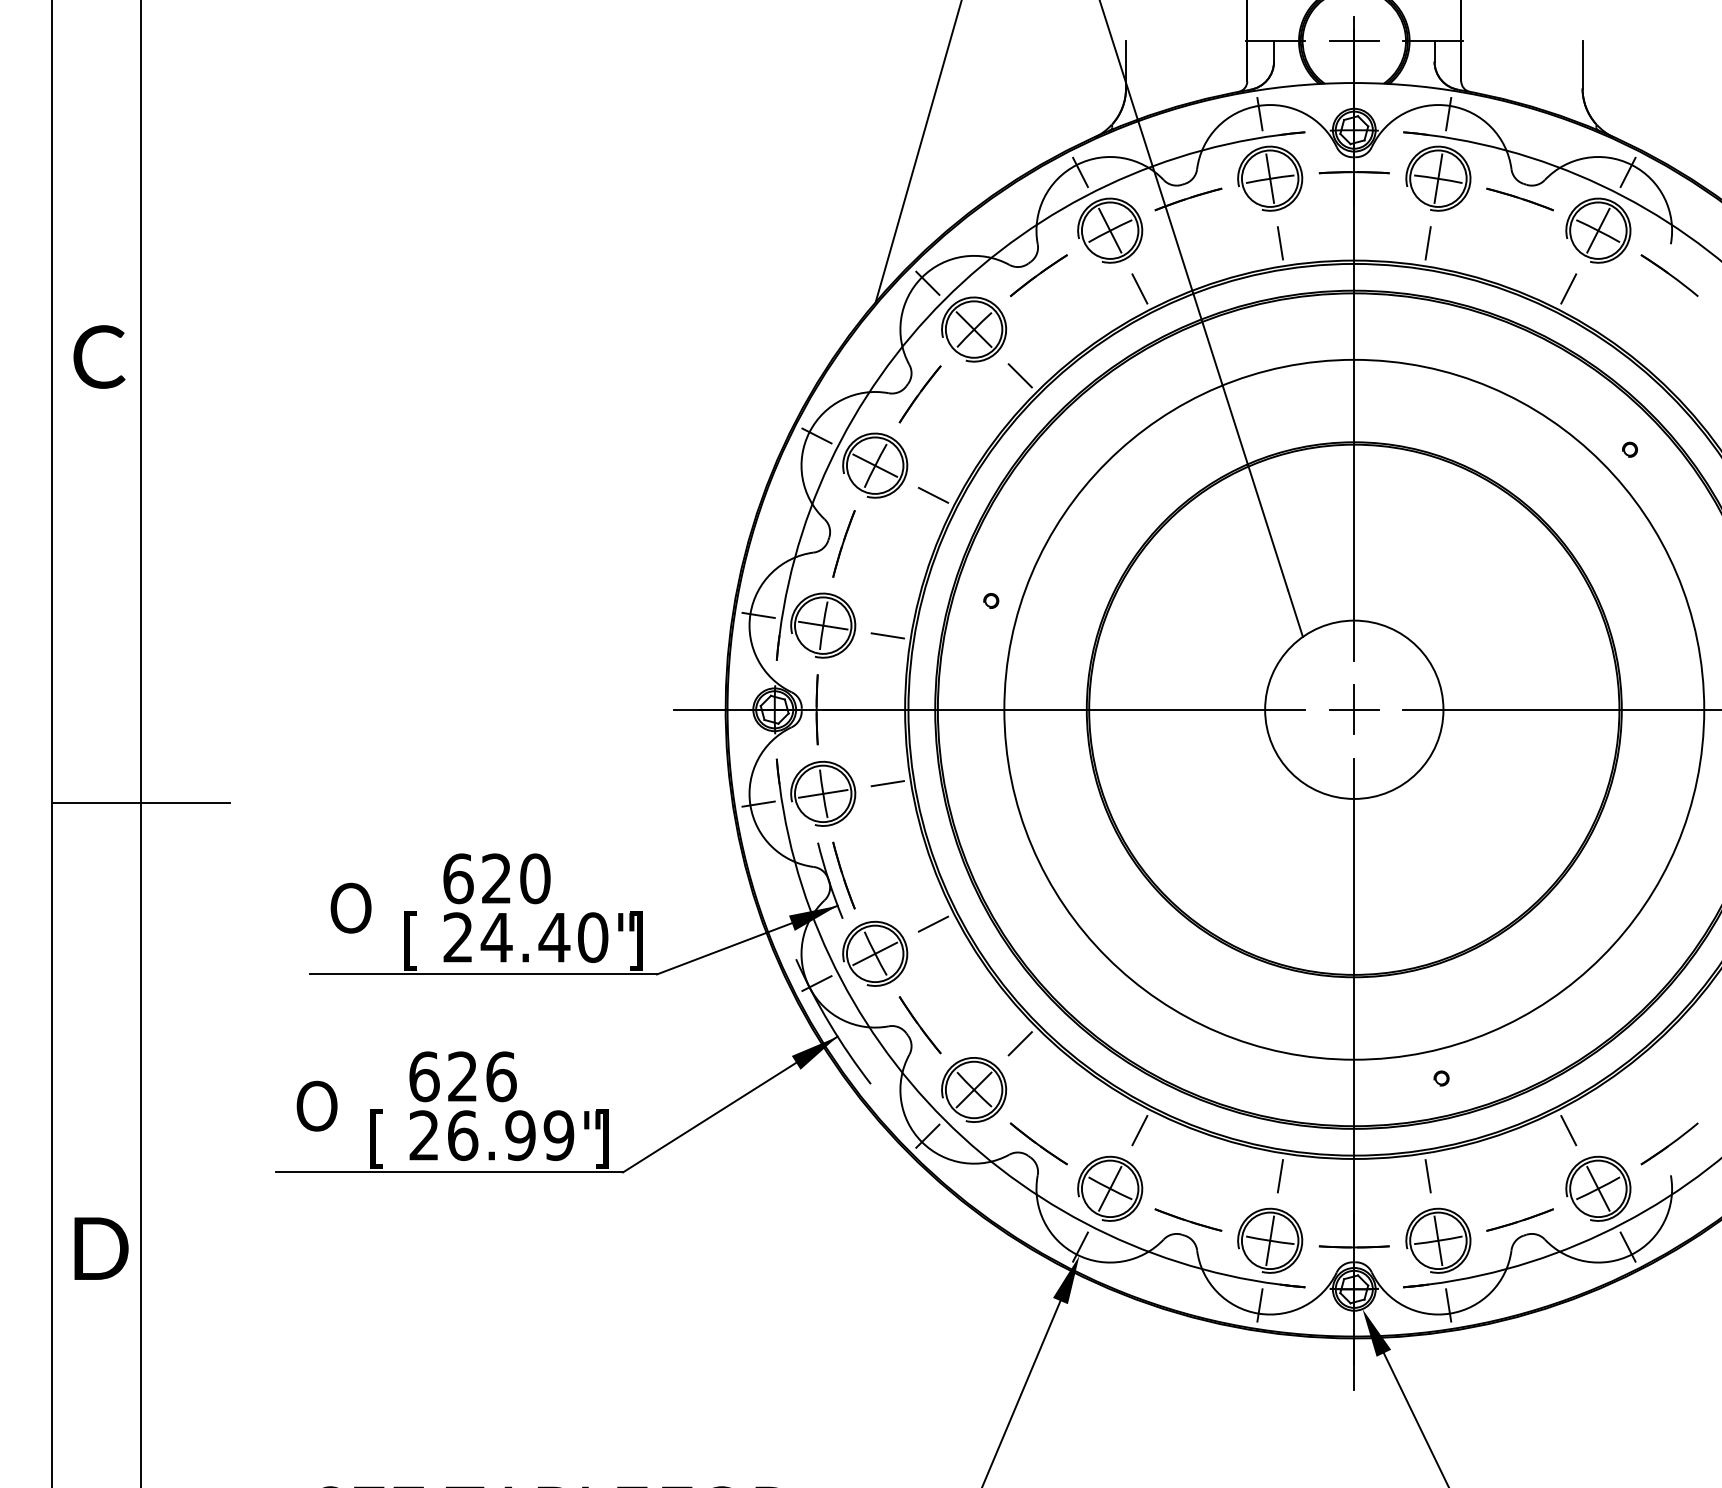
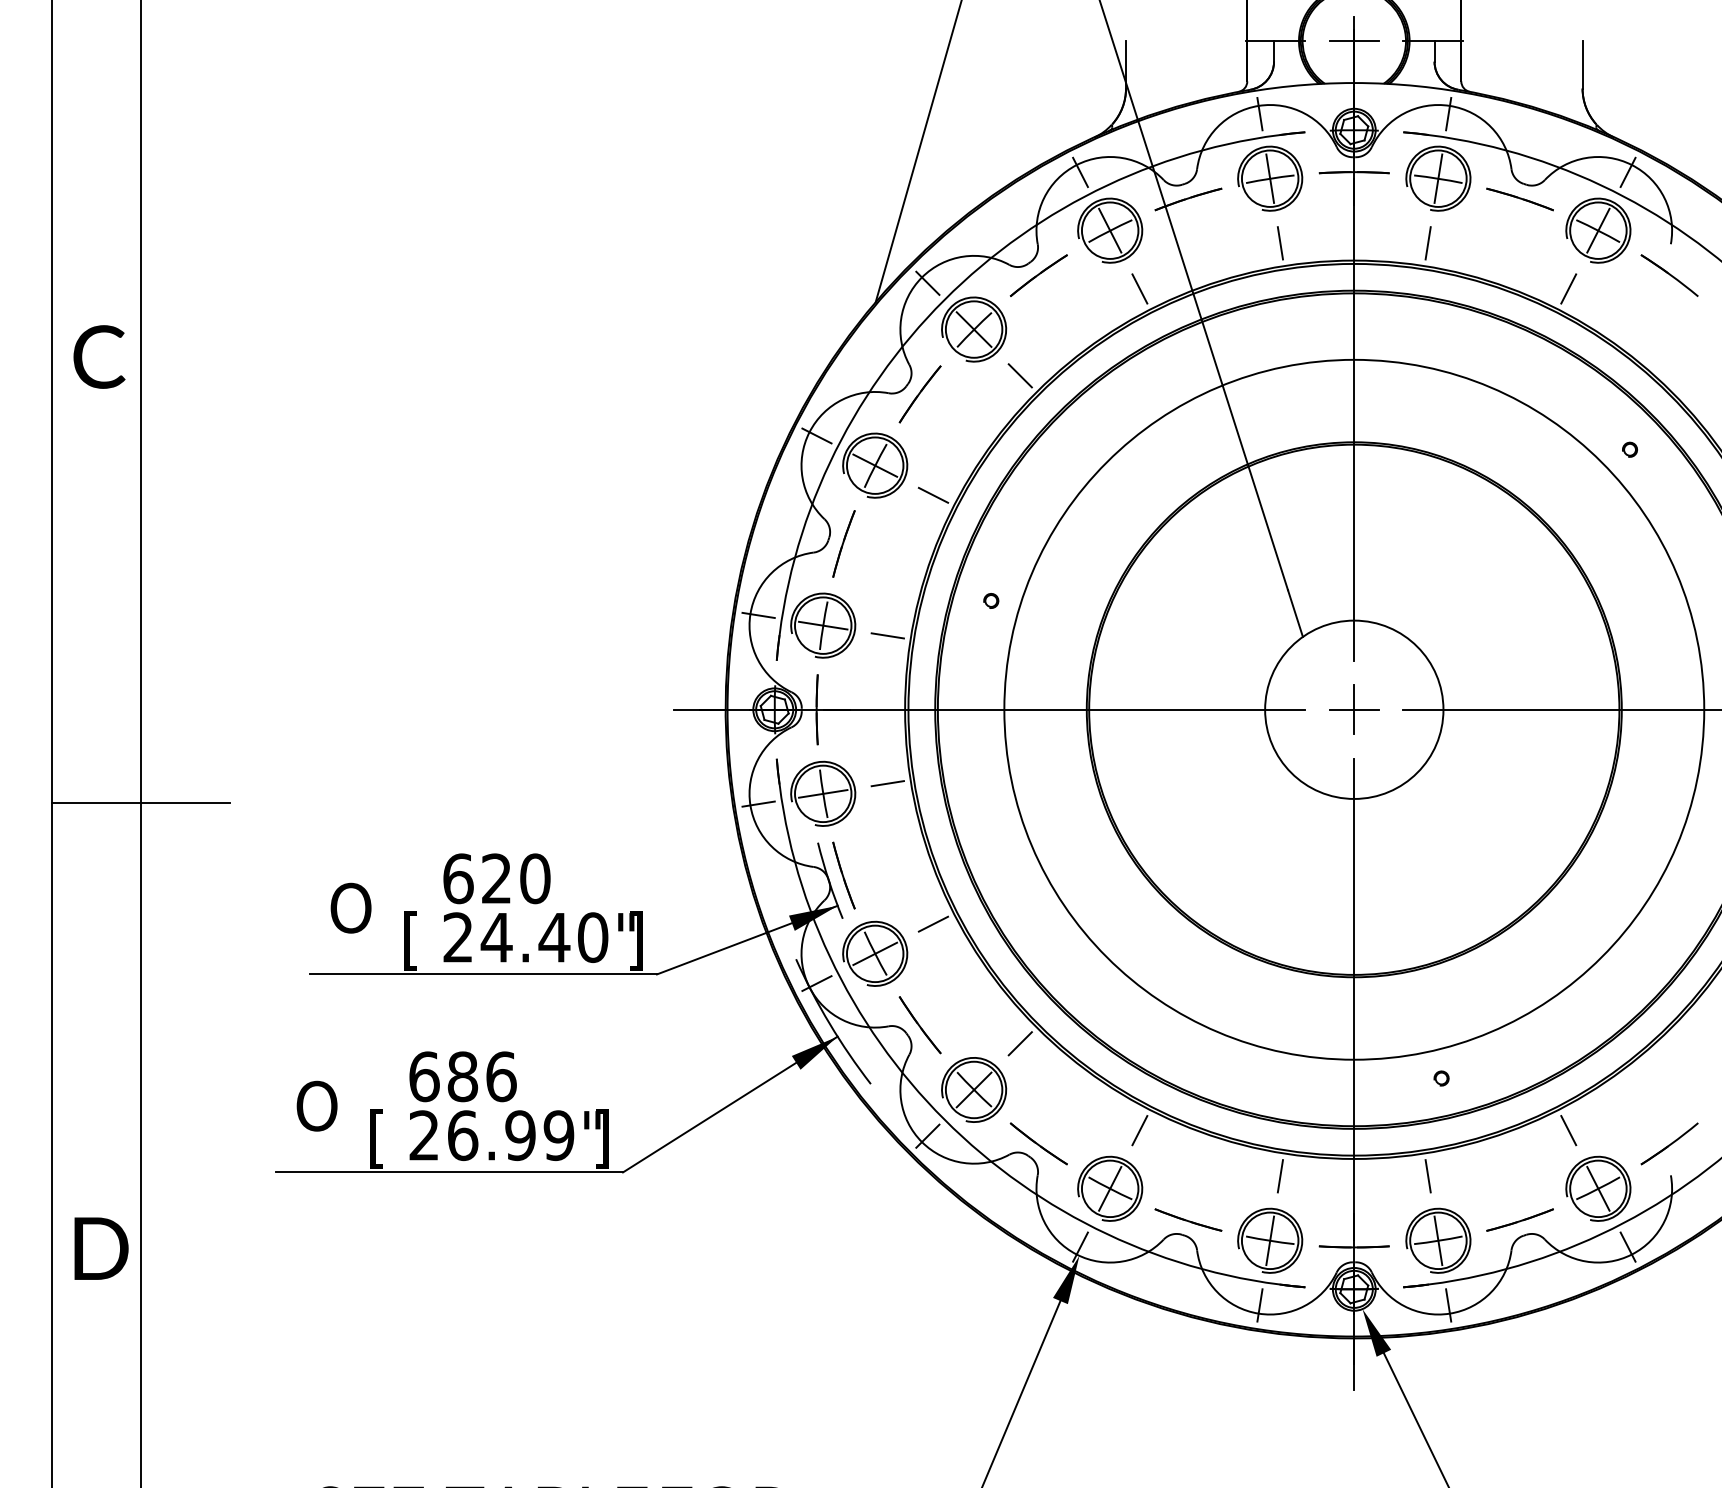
text at (462, 1076): 626 -> 686
